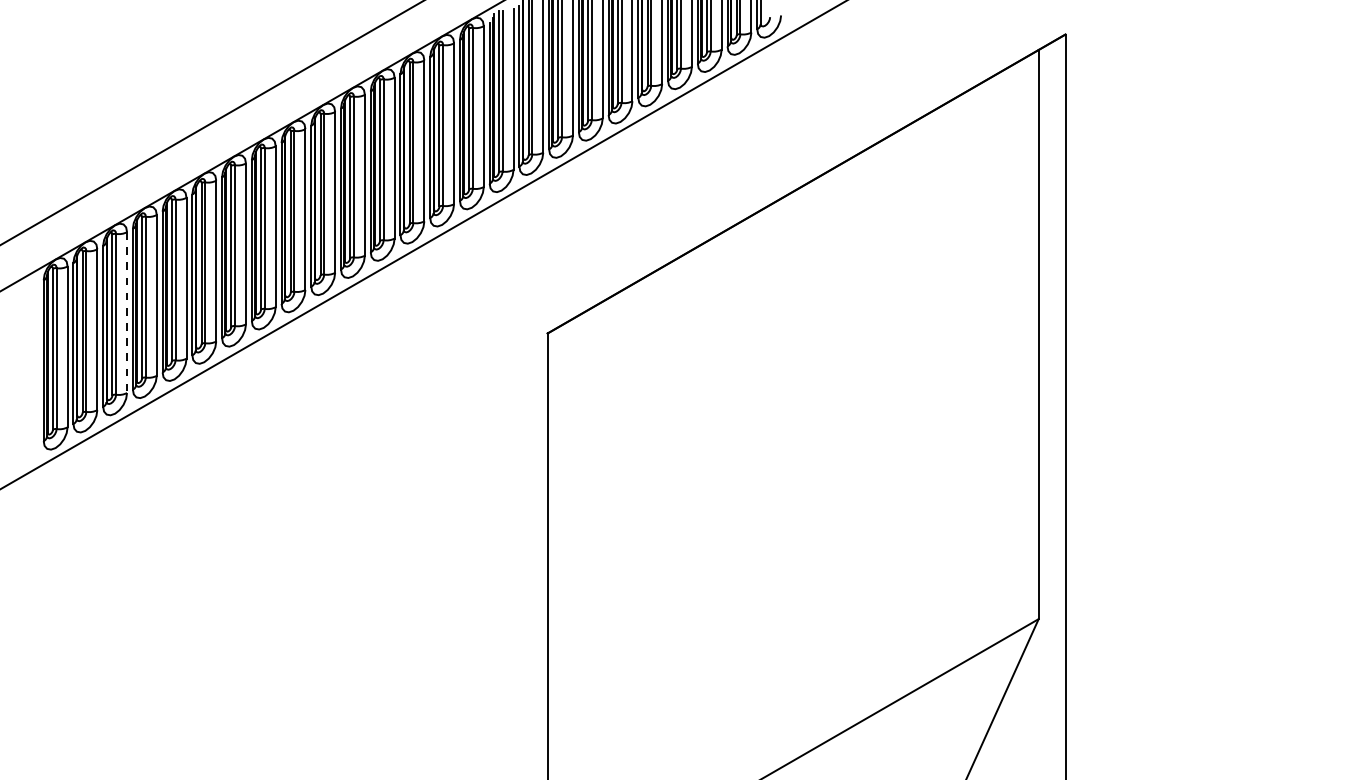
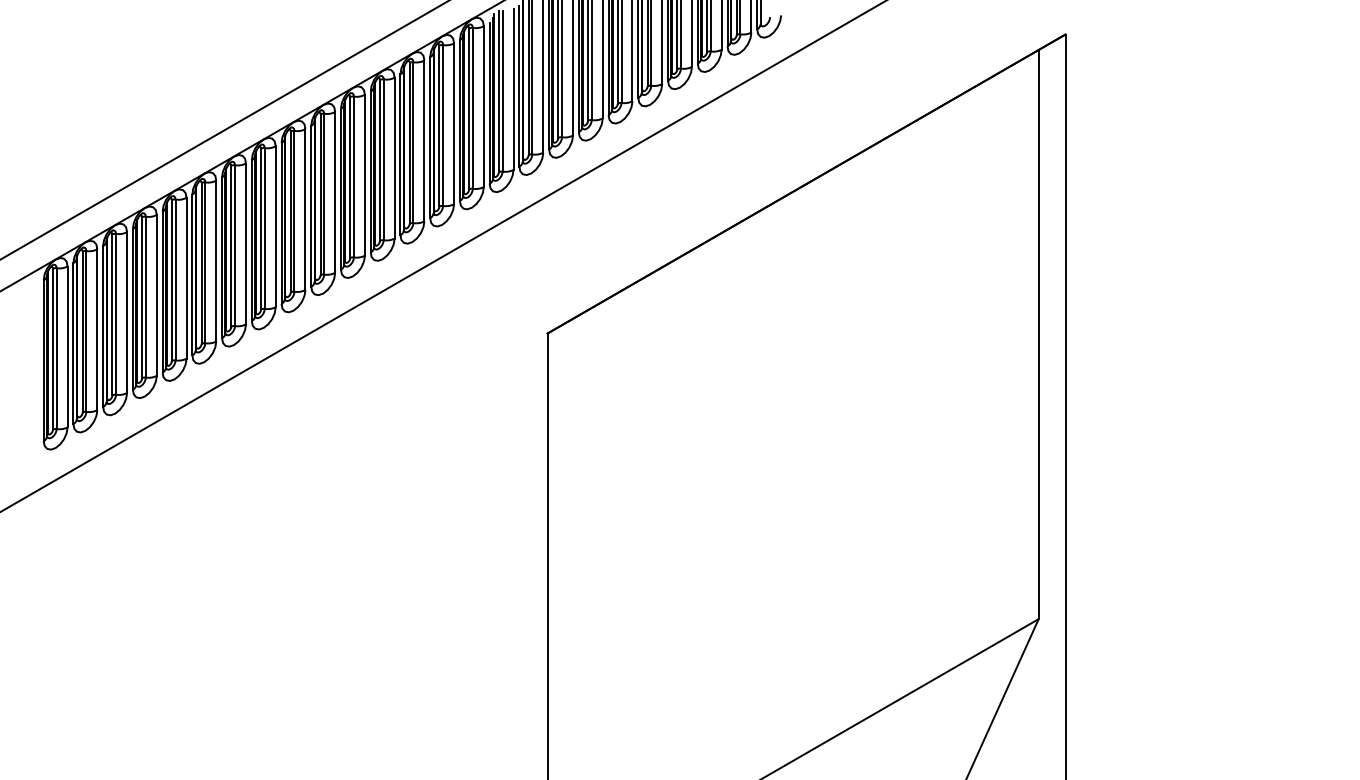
line at (211, 122) position: (211, 122) -> (224, 130)
line at (423, 245) position: (423, 245) -> (442, 256)
line at (127, 313): dashed -> solid
